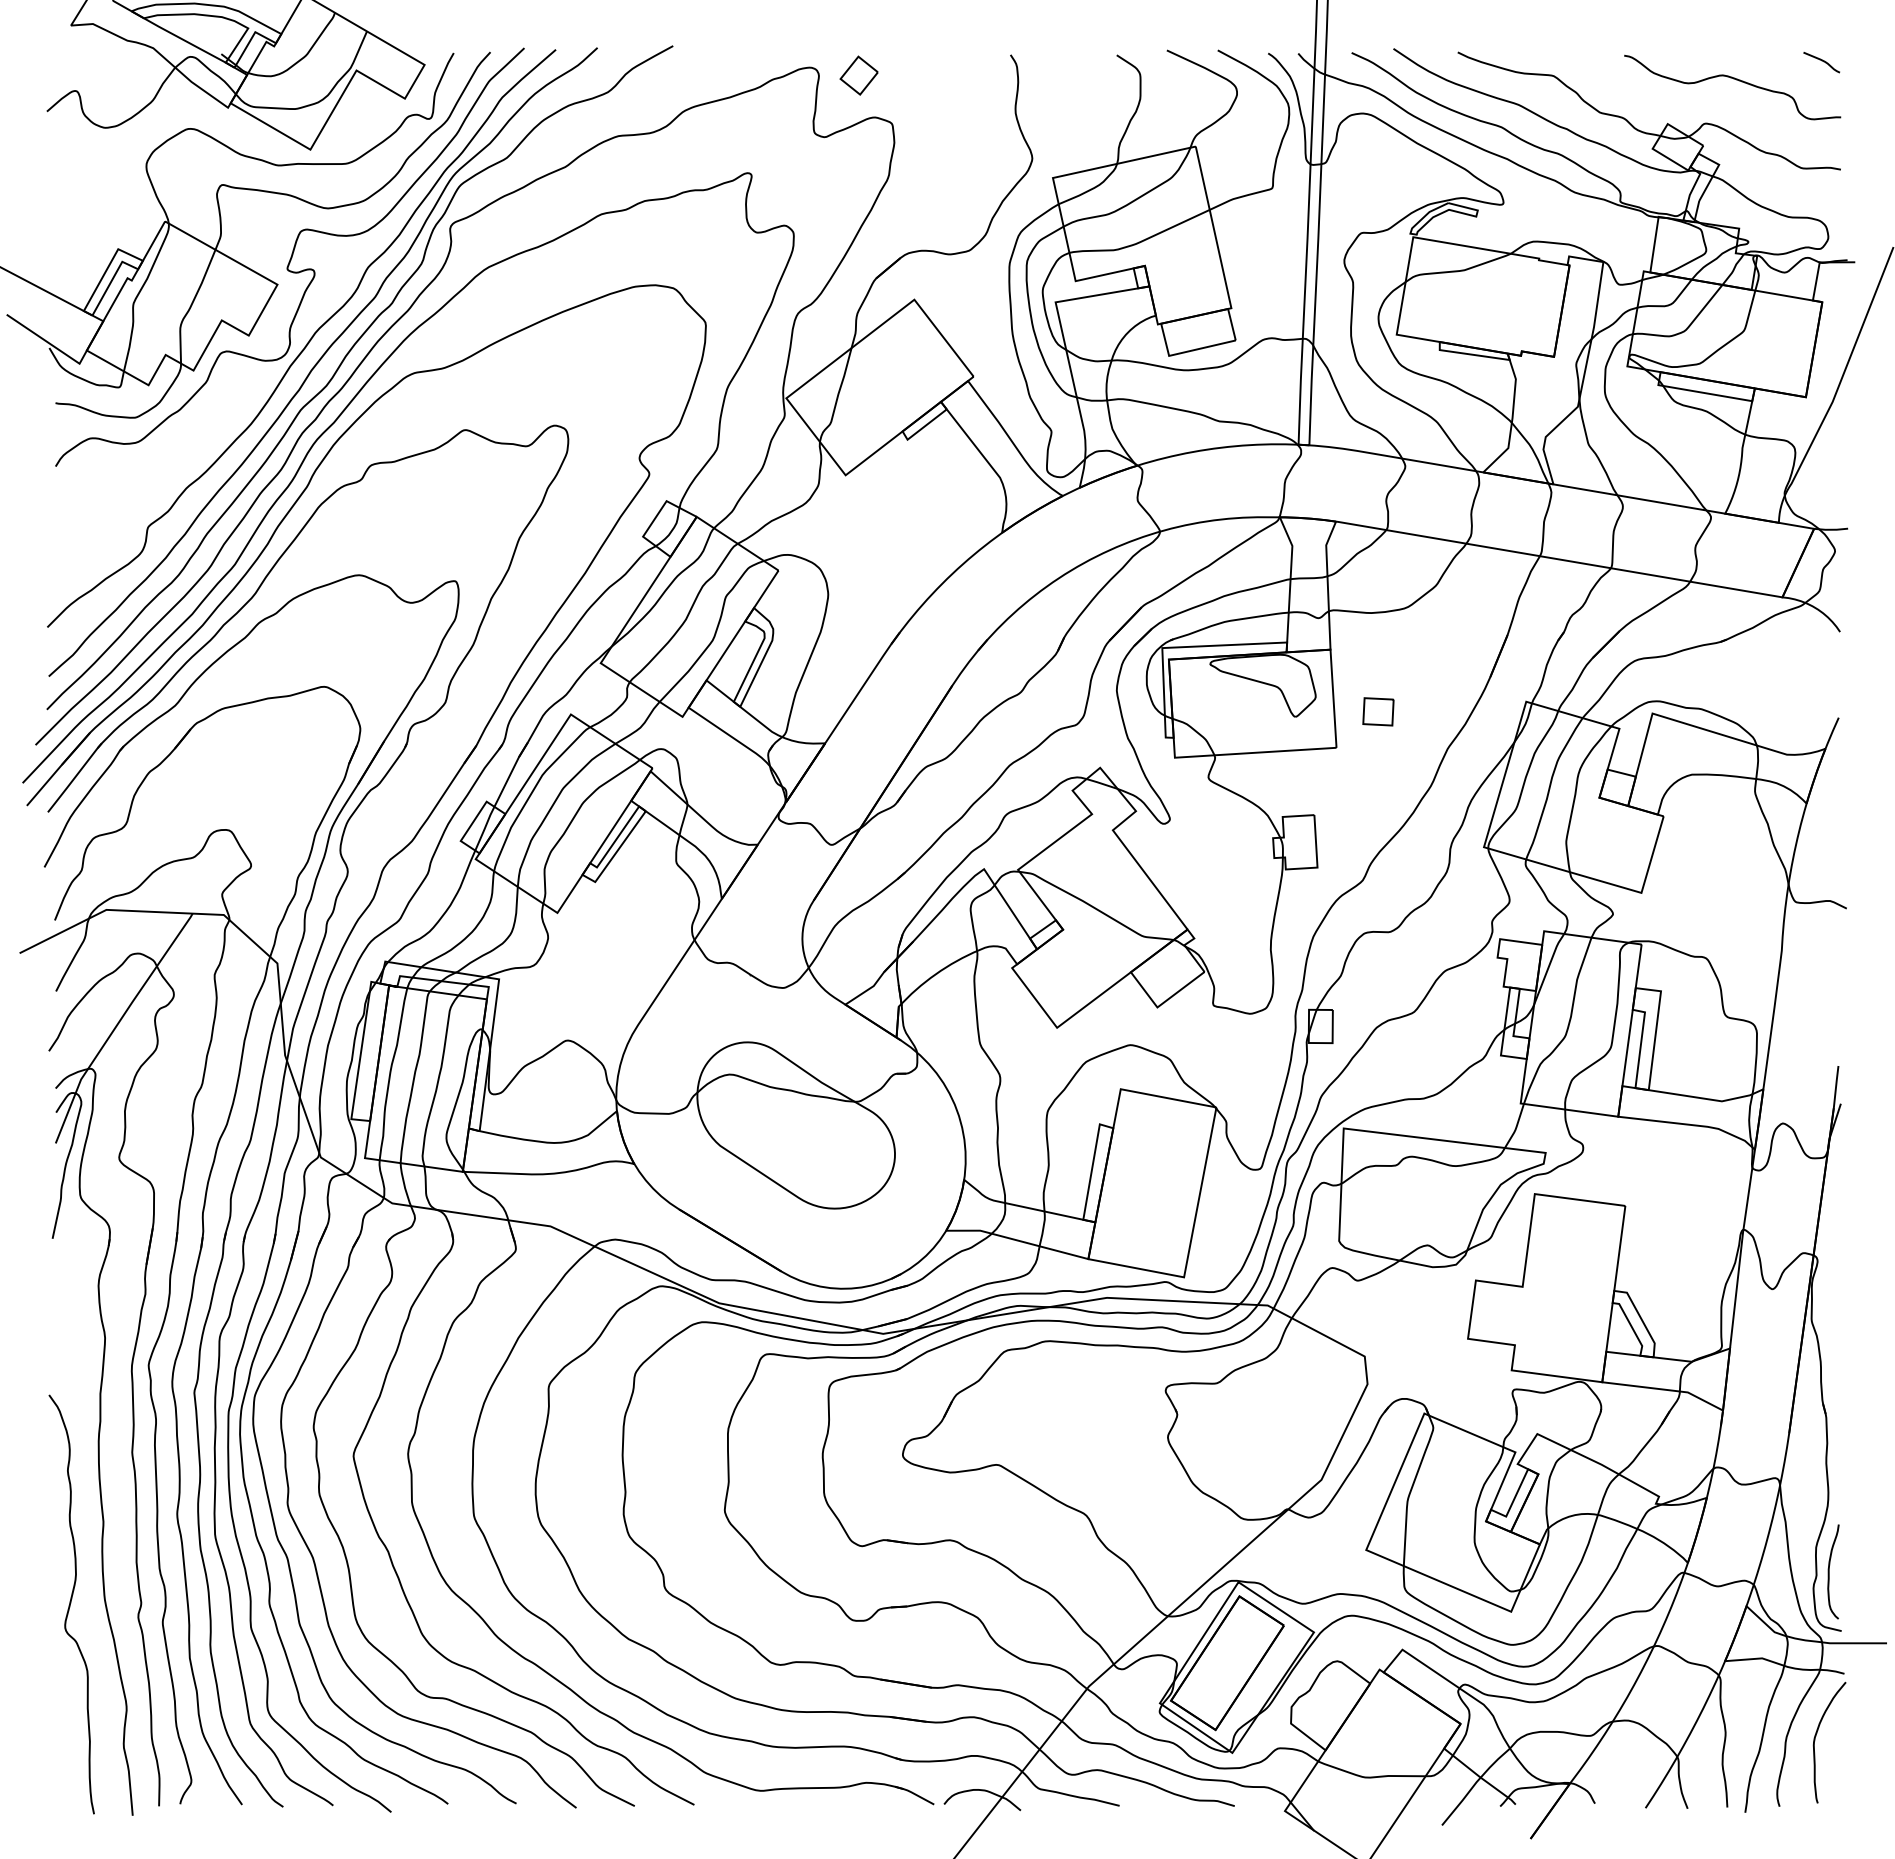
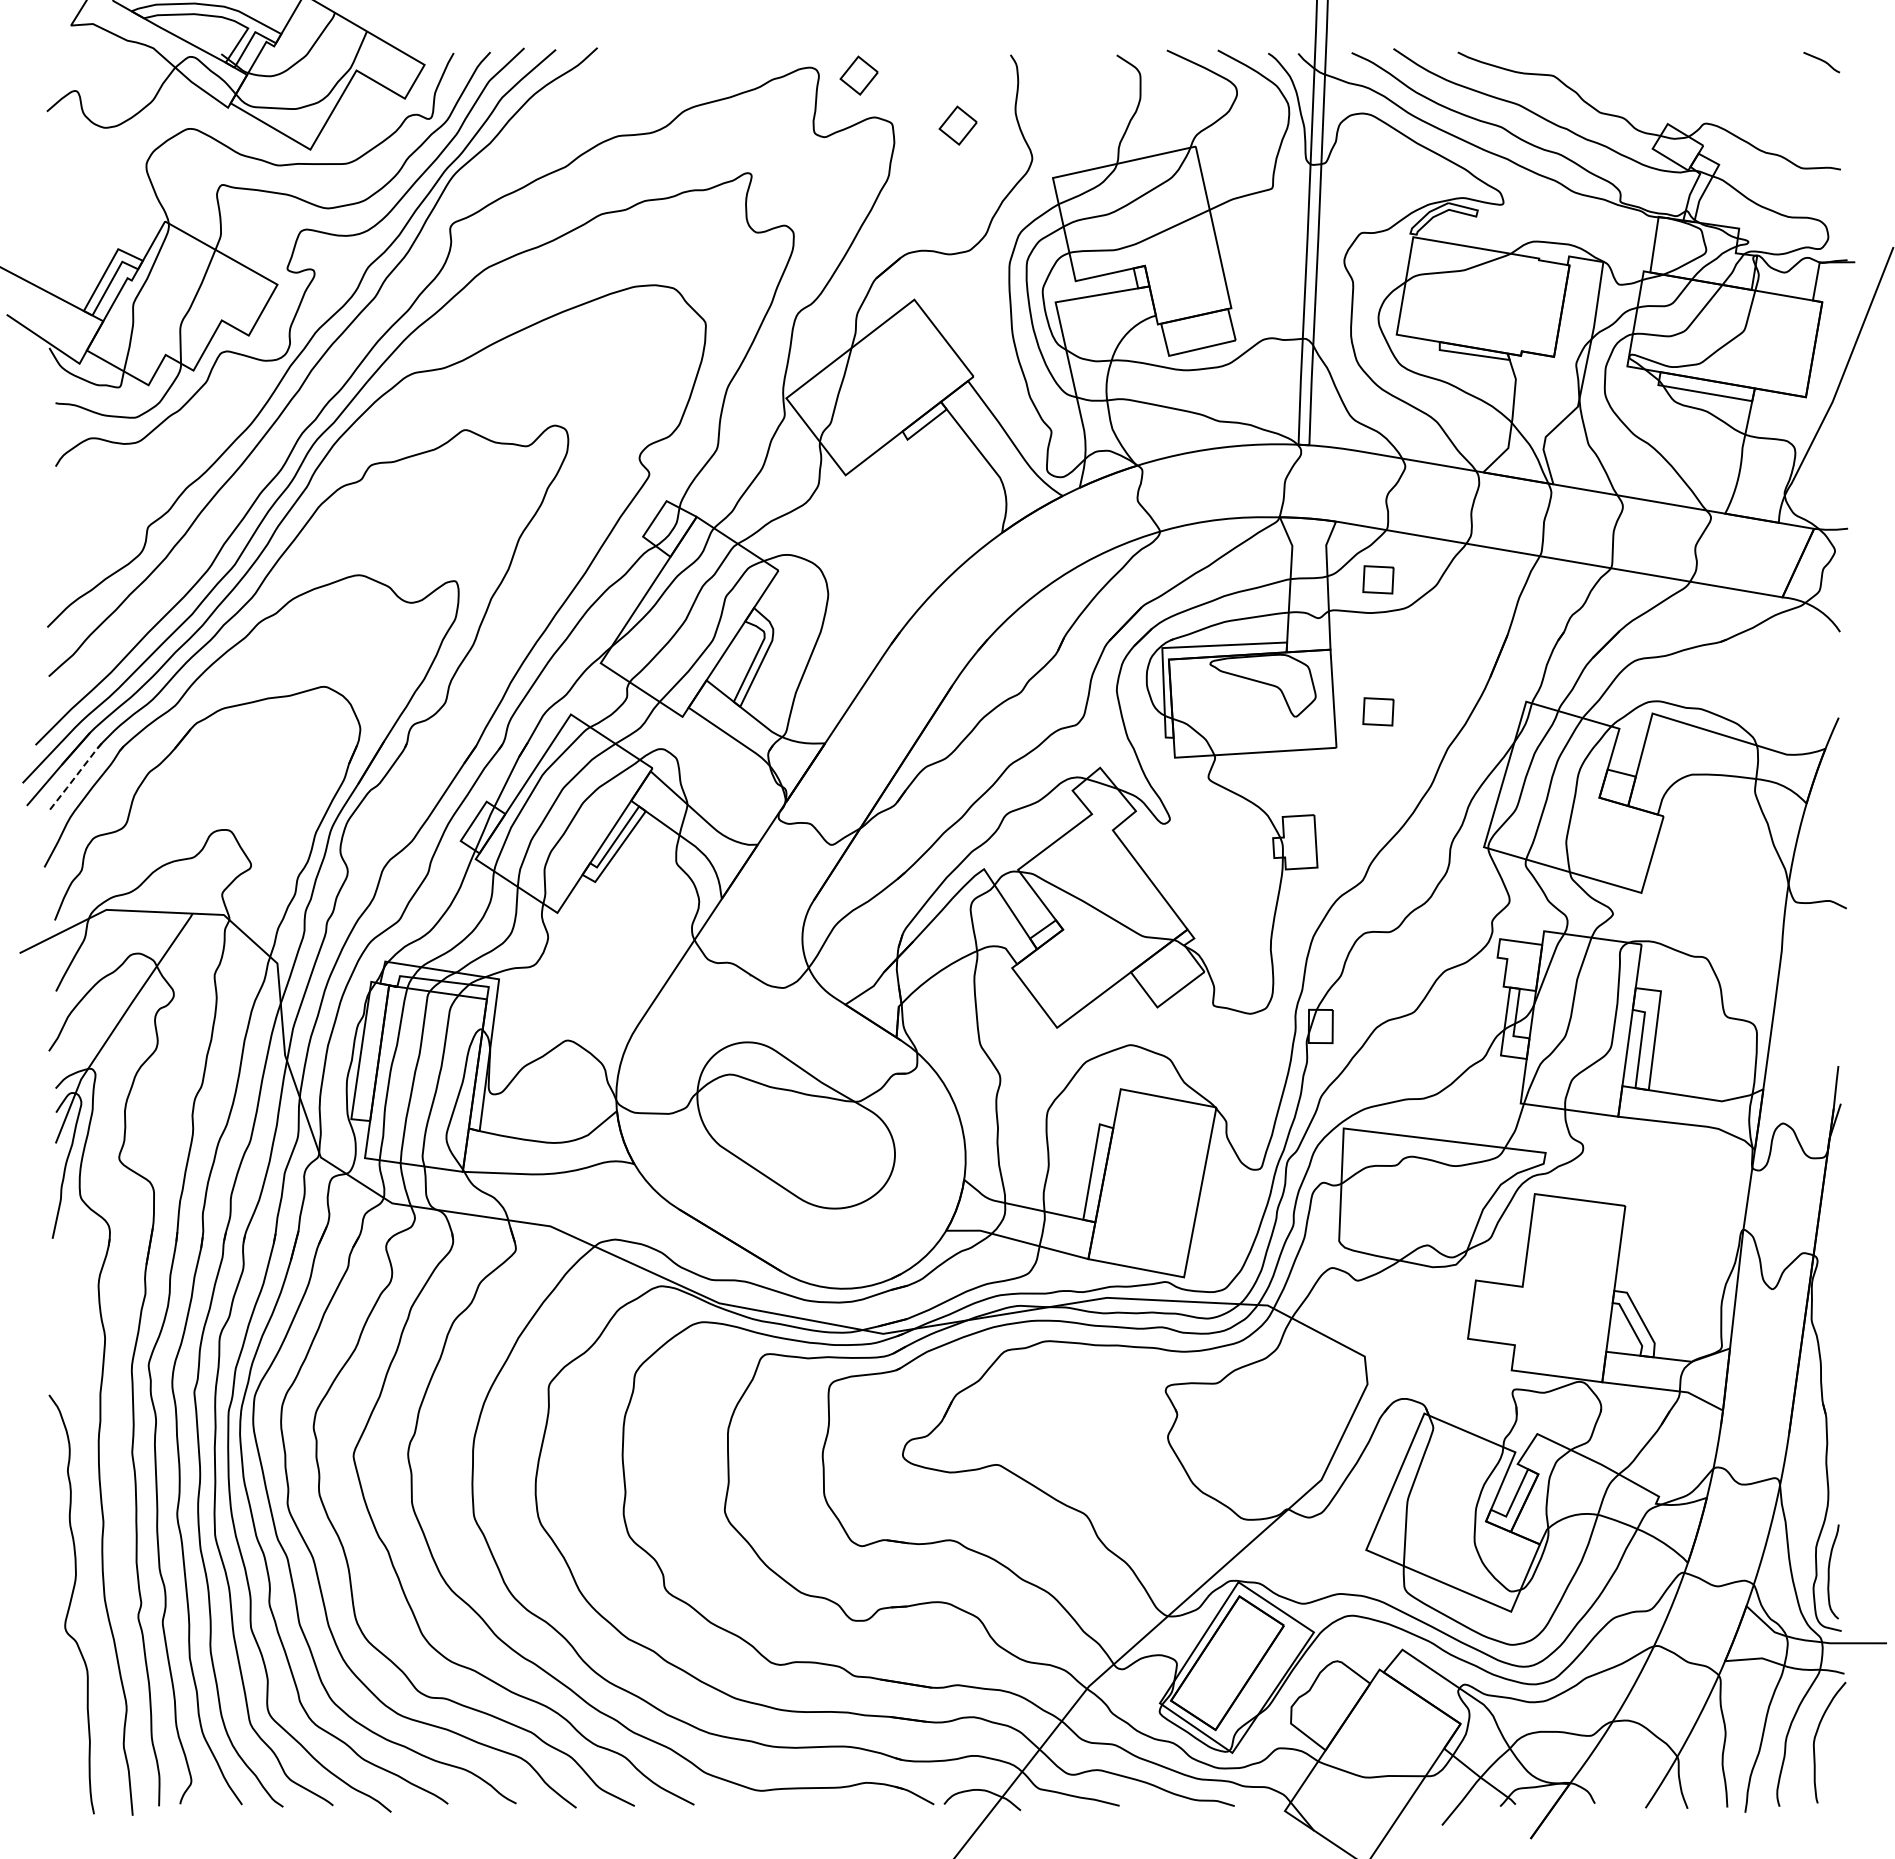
curve at (1733, 79): present -> none
part at (957, 125): none -> present
curve at (341, 365): present -> none
part at (1378, 579): none -> present
line at (74, 777): solid -> dashed
